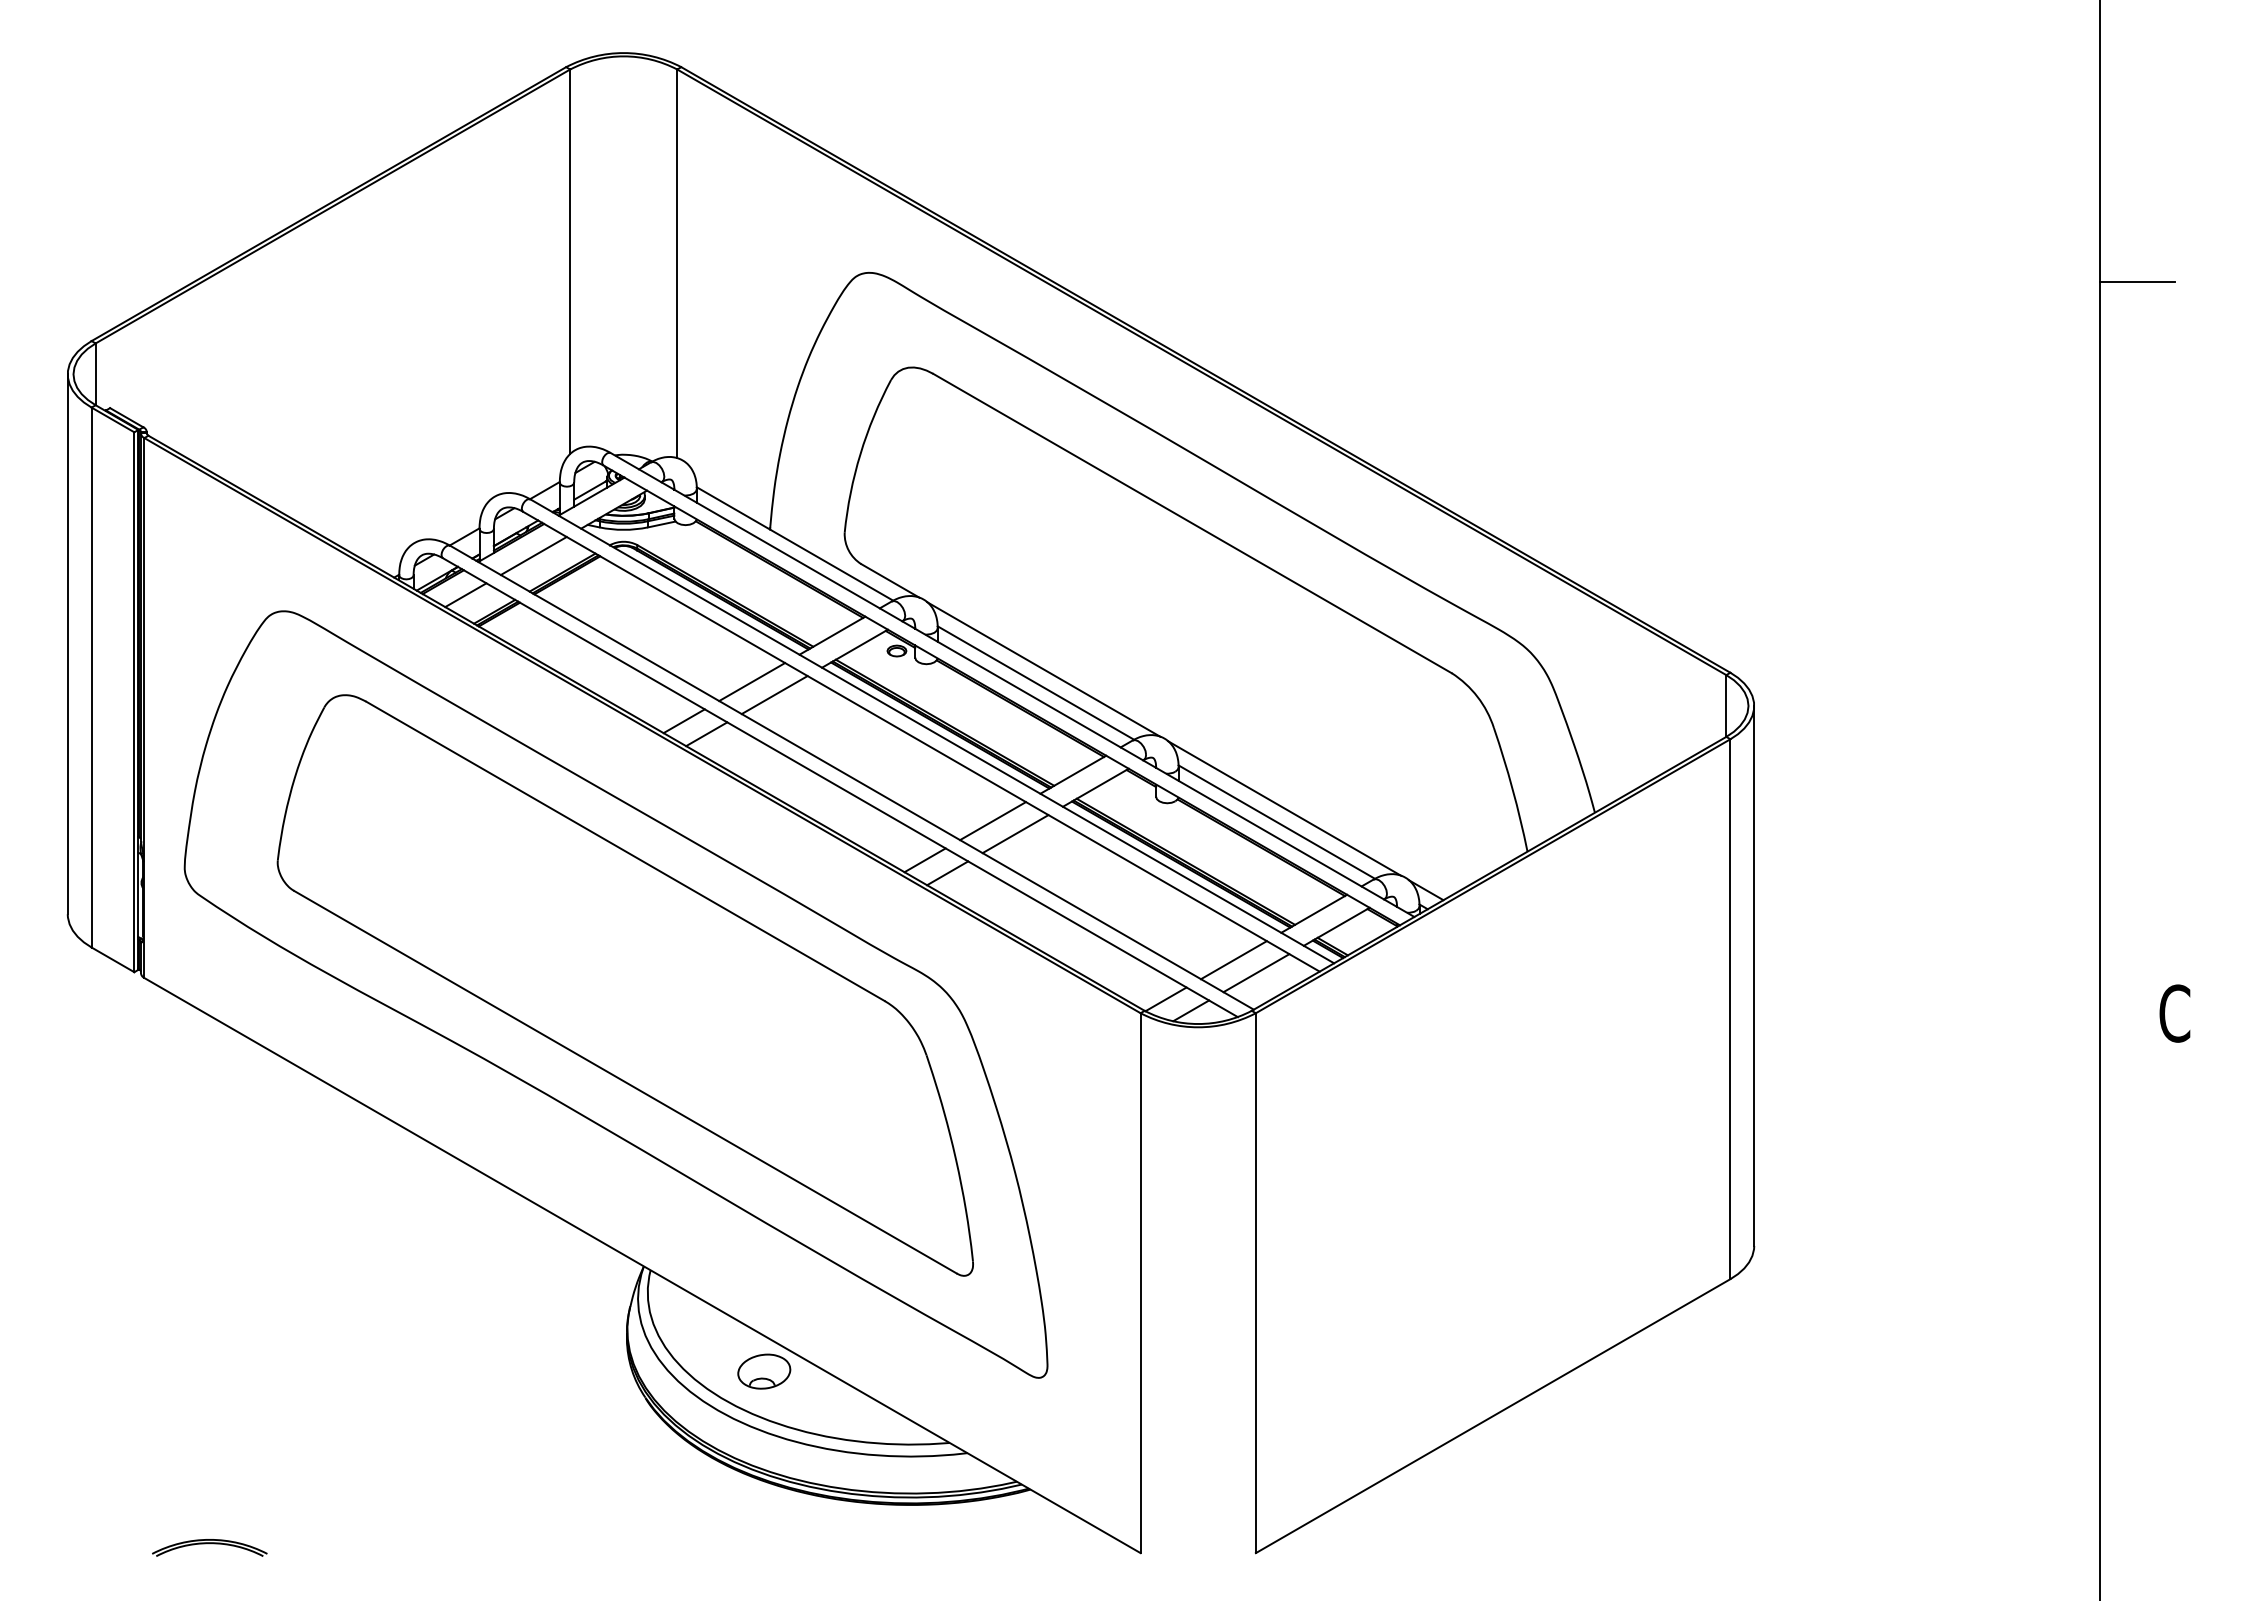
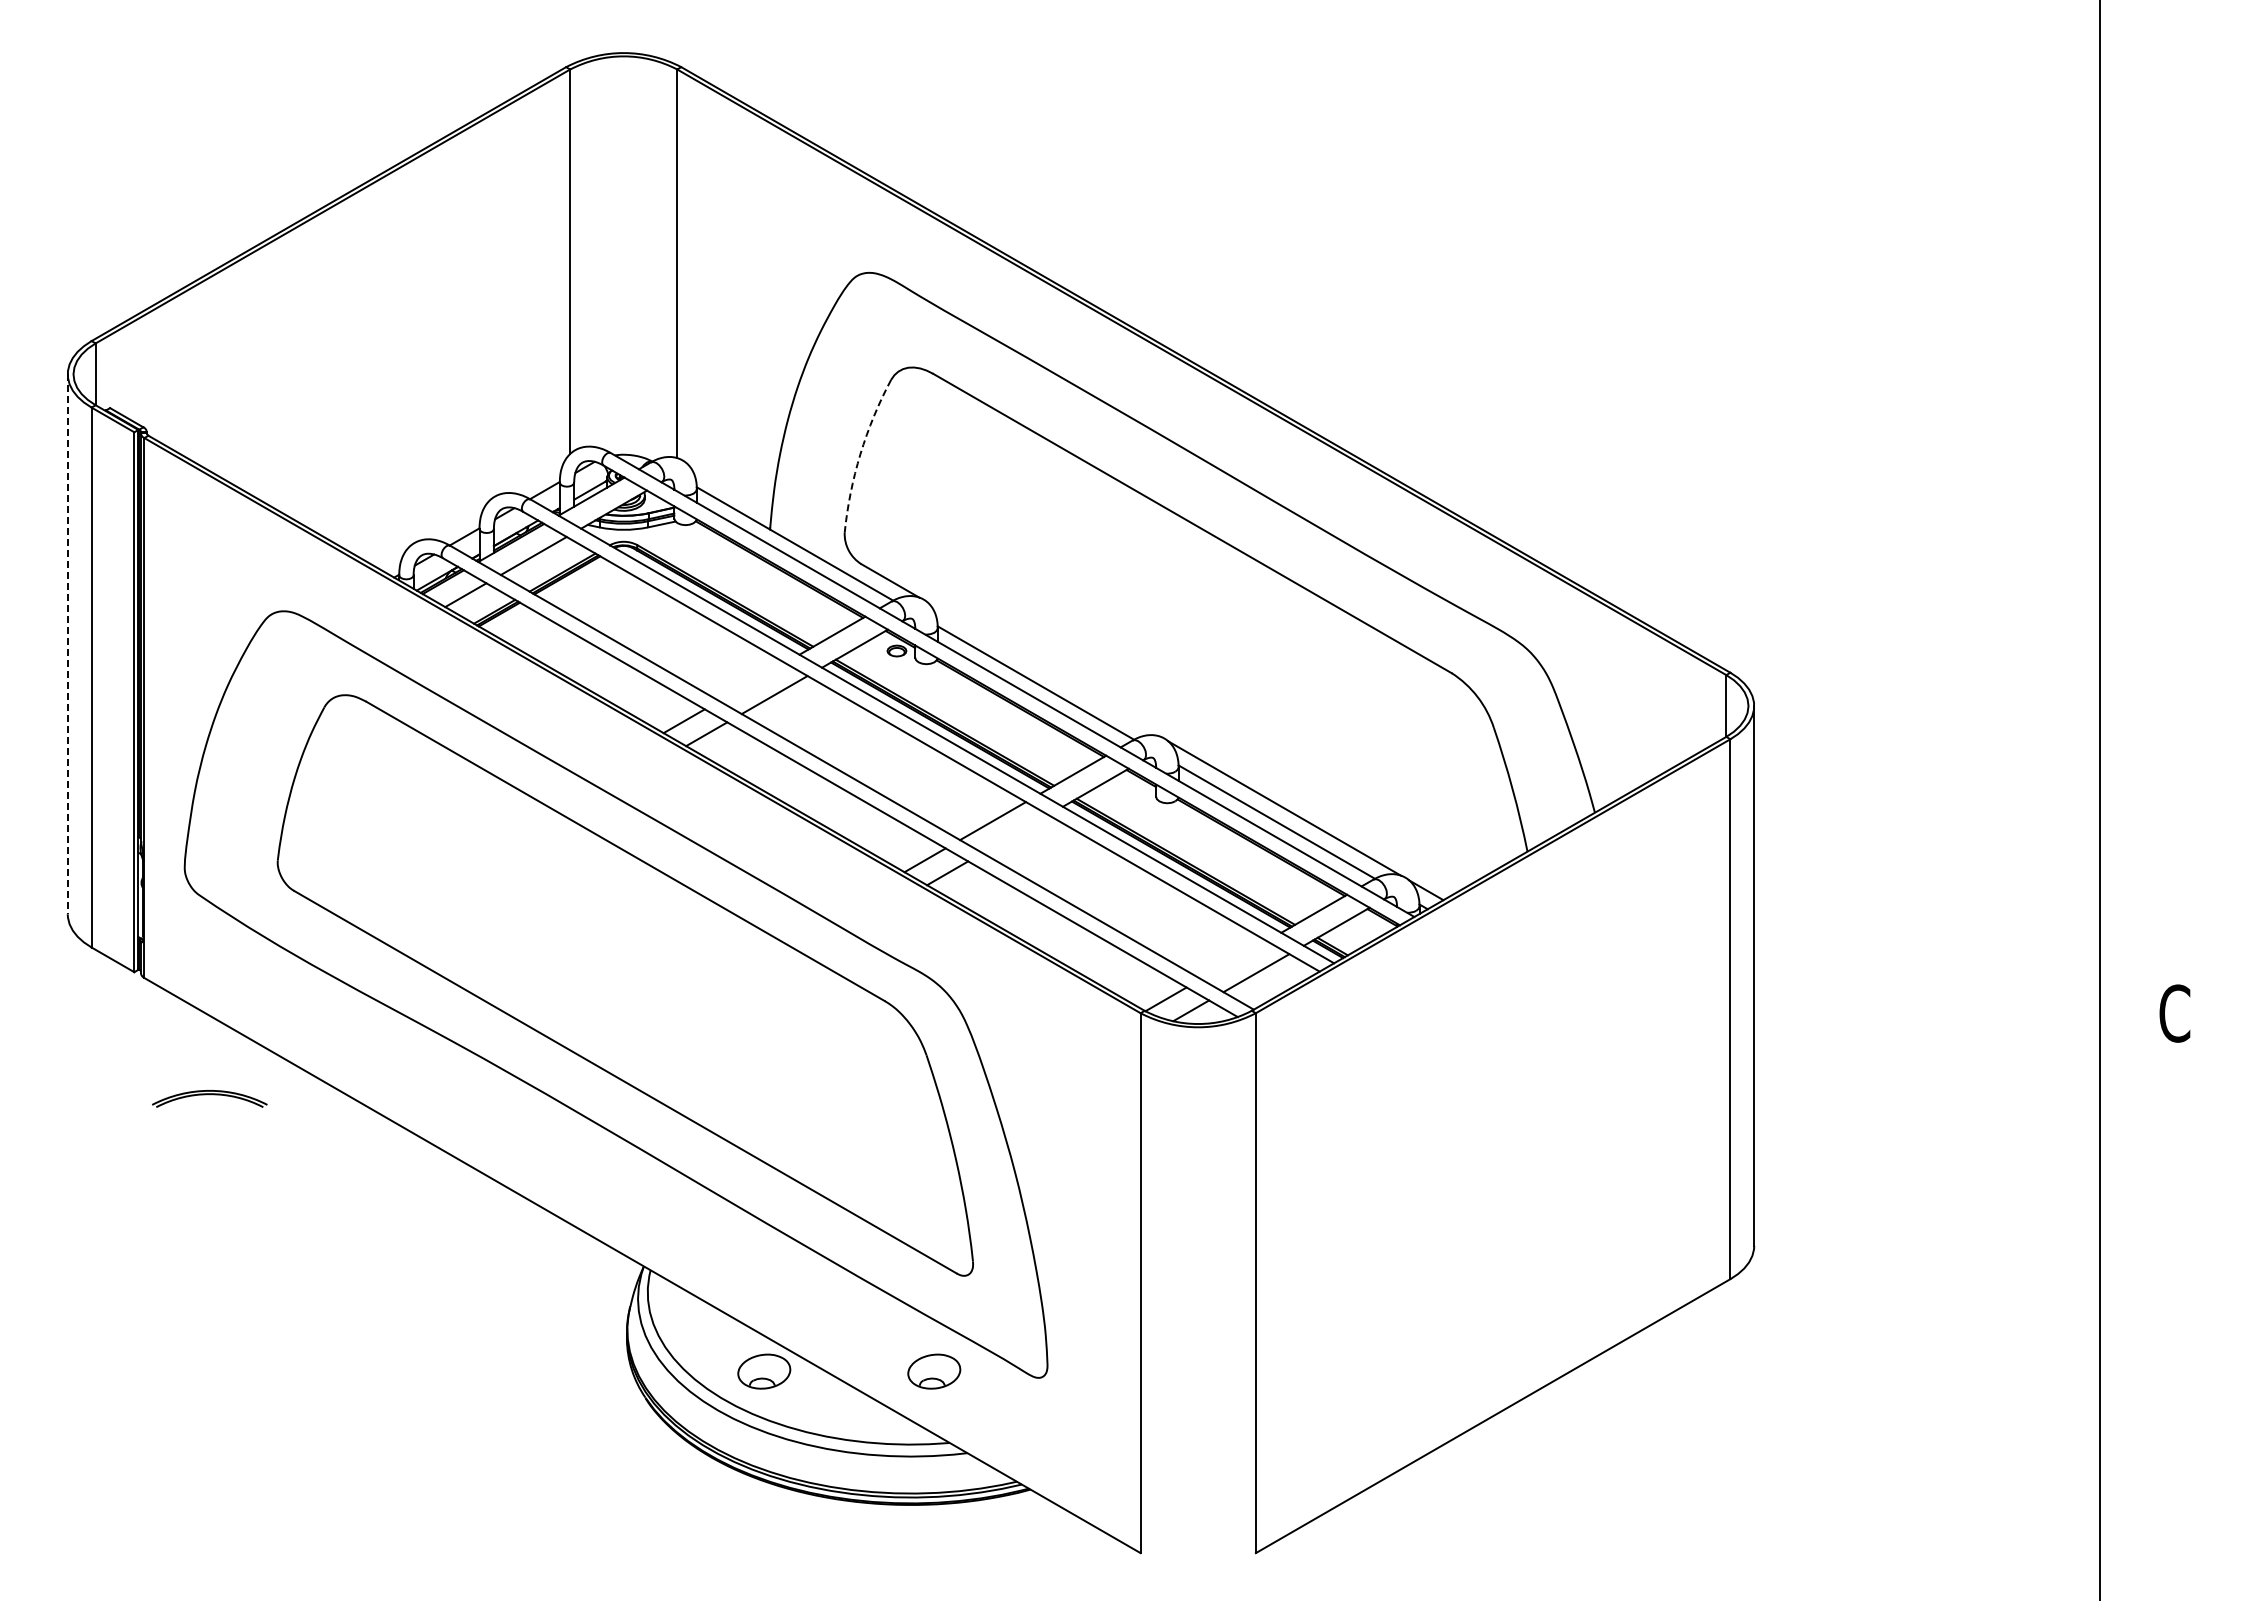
line at (2136, 282): present -> none
arc at (860, 454): solid -> dashed
line at (67, 644): solid -> dashed
line at (1043, 669): present -> none
line at (752, 682): present -> none
line at (1015, 834): present -> none
line at (1233, 960): present -> none
part at (934, 1371): none -> present
part at (209, 1547) position: (209, 1547) -> (209, 1098)
